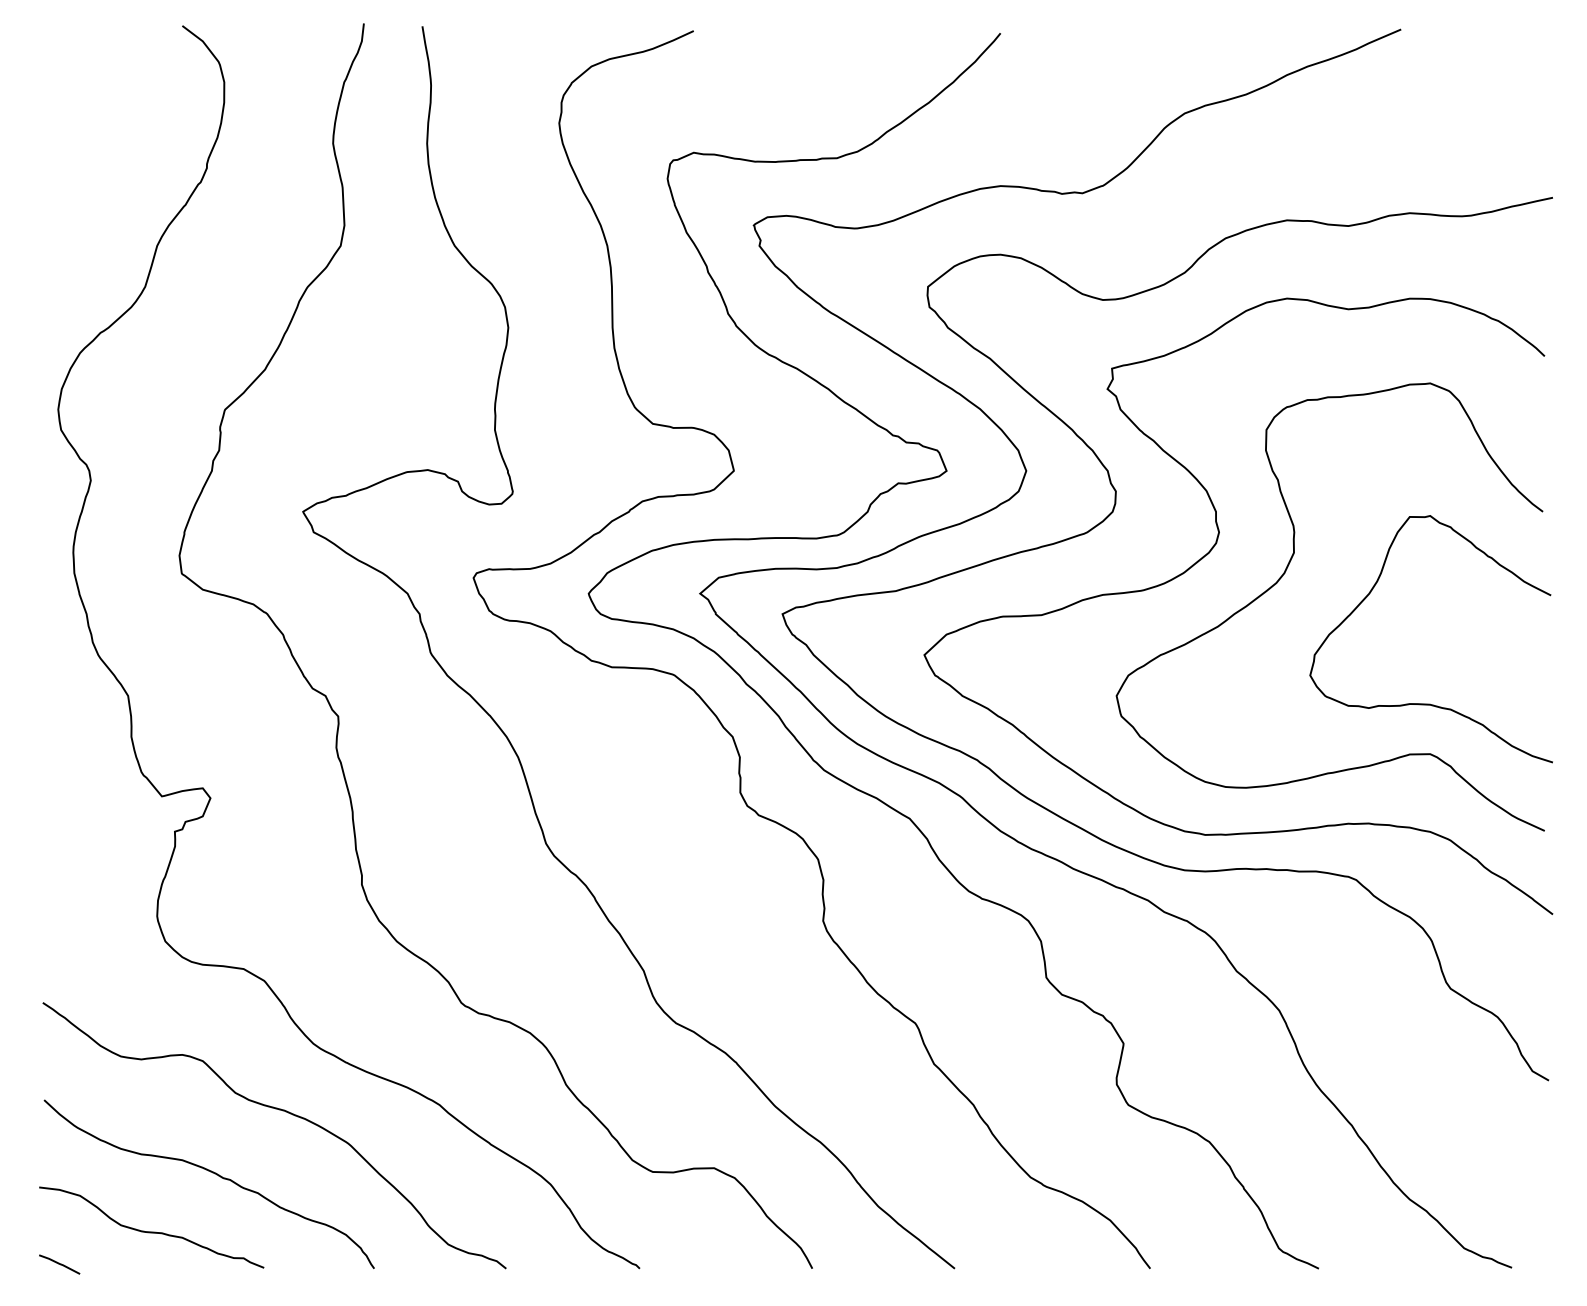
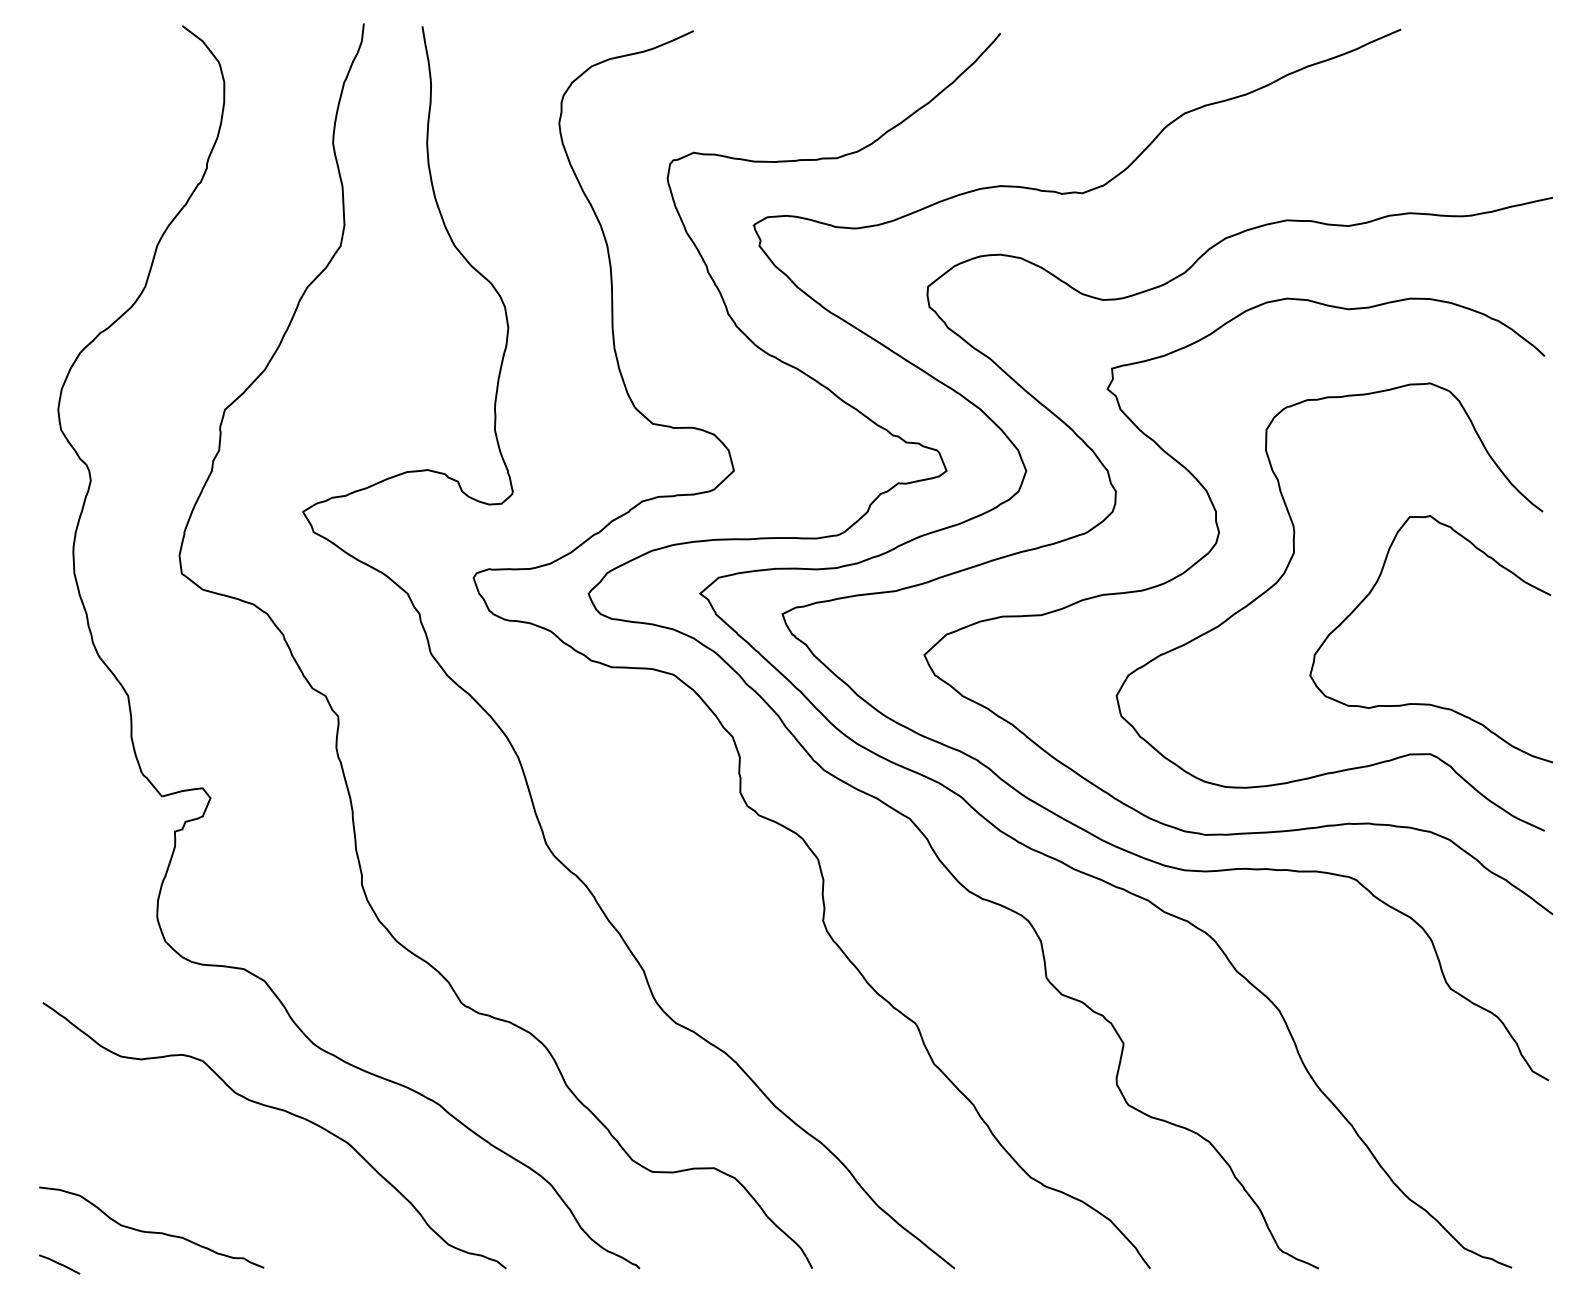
curve at (212, 1173): present -> none
